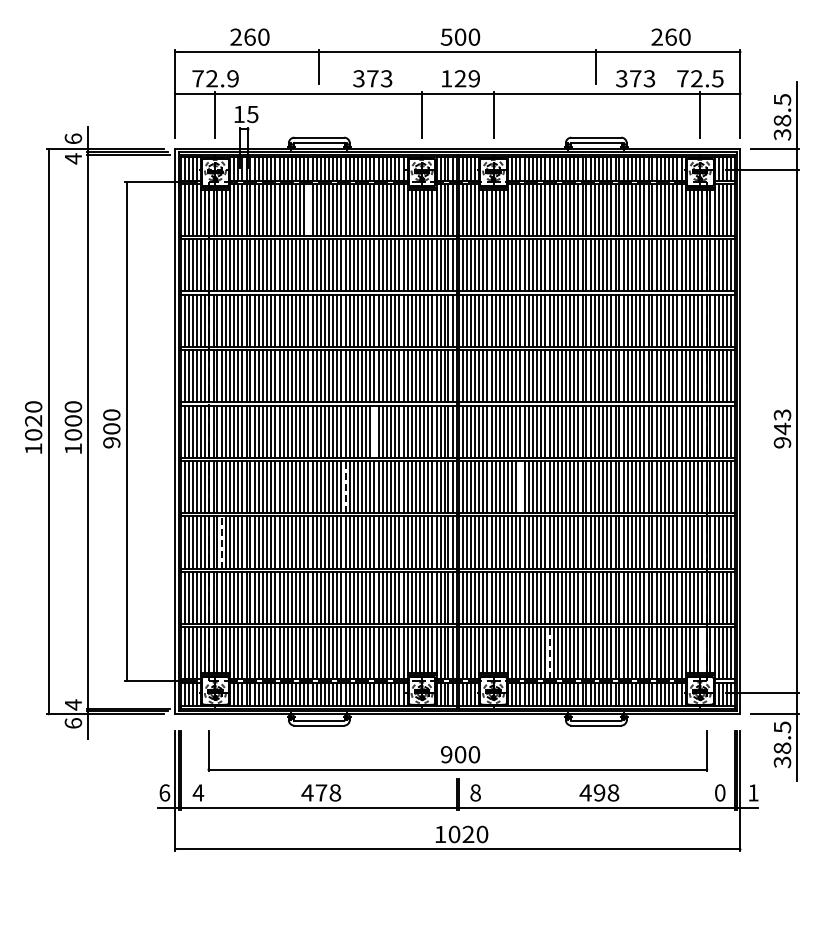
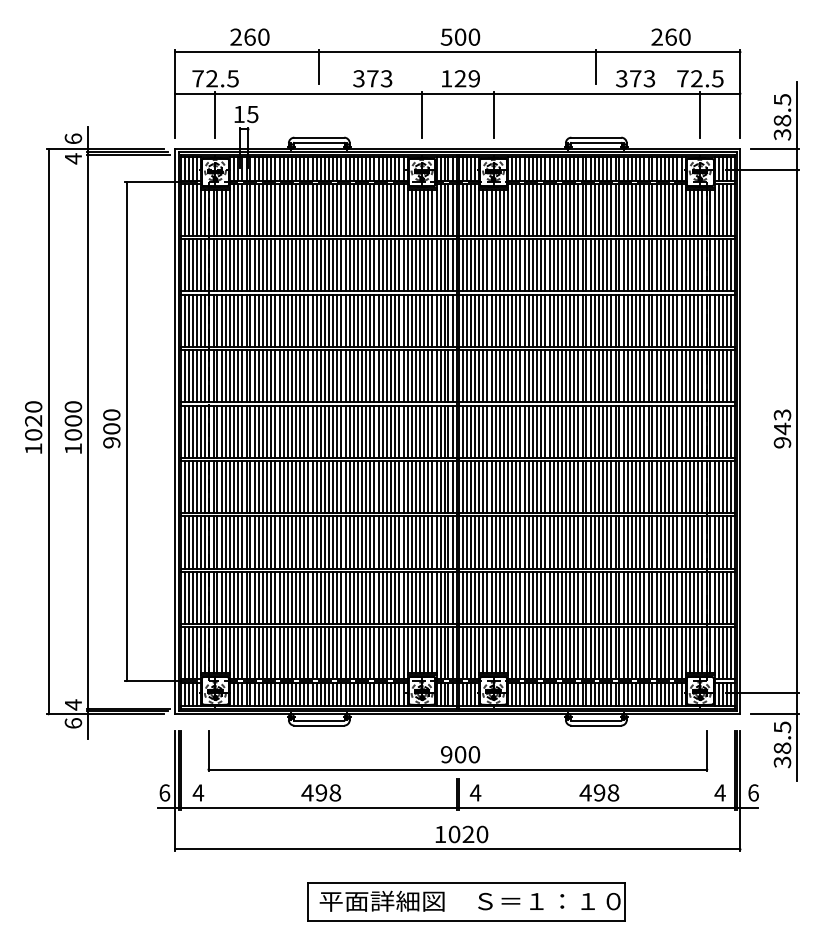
text at (232, 78): 72.9 -> 72.5
line at (308, 209): none -> present
line at (374, 431): none -> present
line at (345, 486): dashed -> solid
line at (520, 487): none -> present
line at (221, 541): dashed -> solid
line at (702, 649): none -> present
line at (549, 652): dashed -> solid
text at (321, 792): 478 -> 498
text at (475, 792): 8 -> 4
text at (719, 792): 0 -> 4
text at (753, 792): 1 -> 6
part at (466, 901): none -> present
